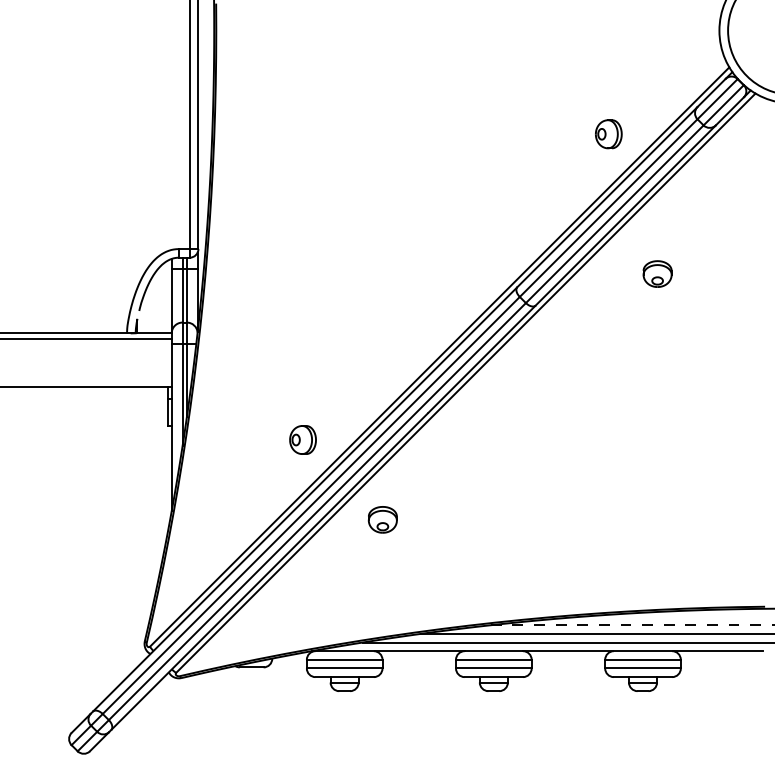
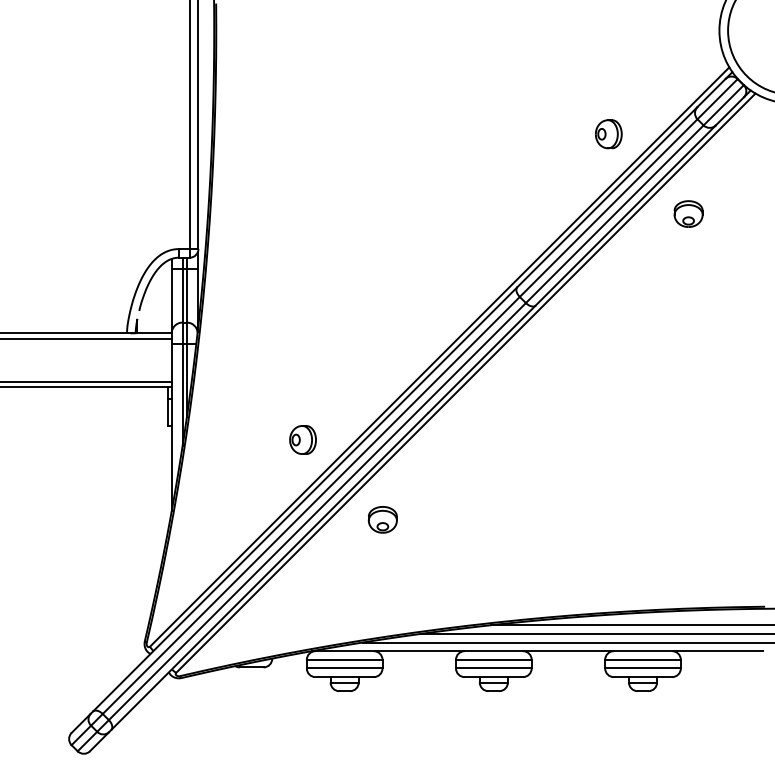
part at (657, 273) position: (657, 273) -> (688, 213)
line at (86, 381): none -> present
line at (632, 625): dashed -> solid
